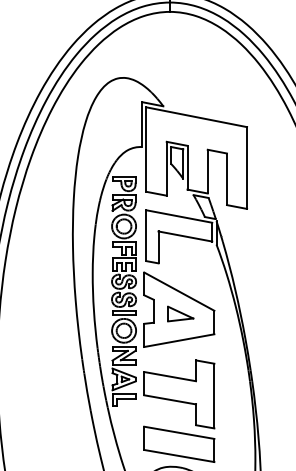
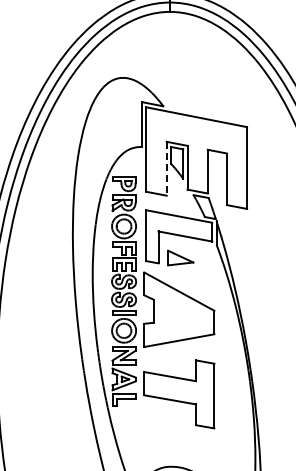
line at (166, 168): solid -> dashed
part at (180, 313) position: (180, 313) -> (180, 257)
part at (179, 443): present -> none
